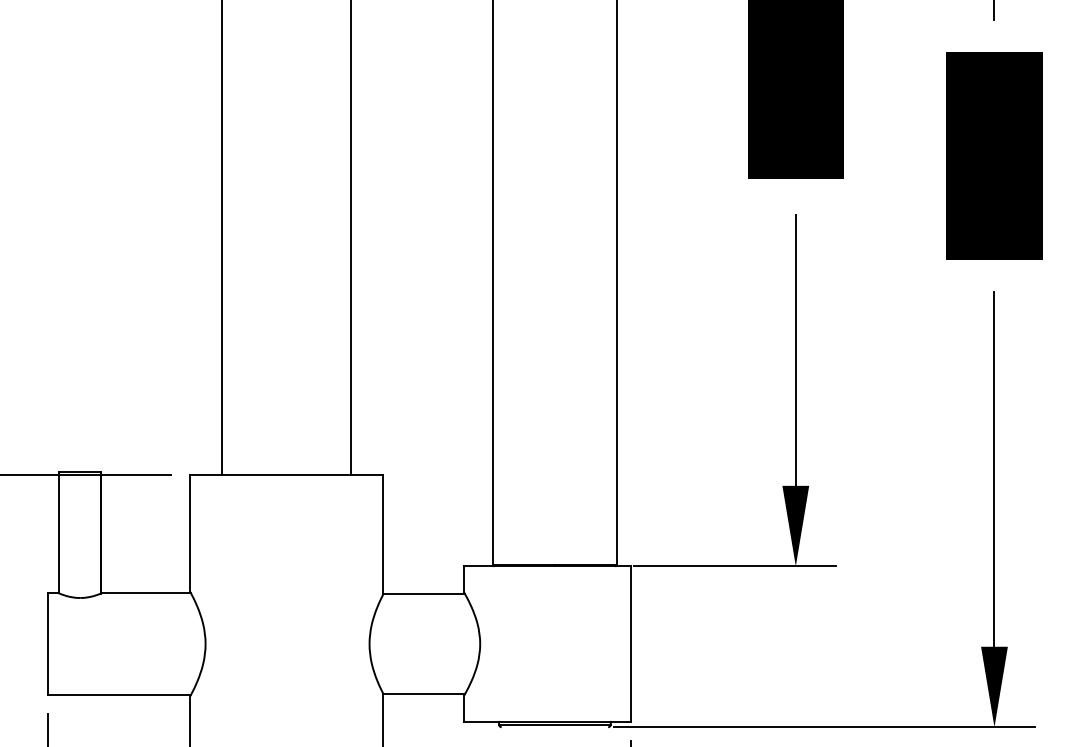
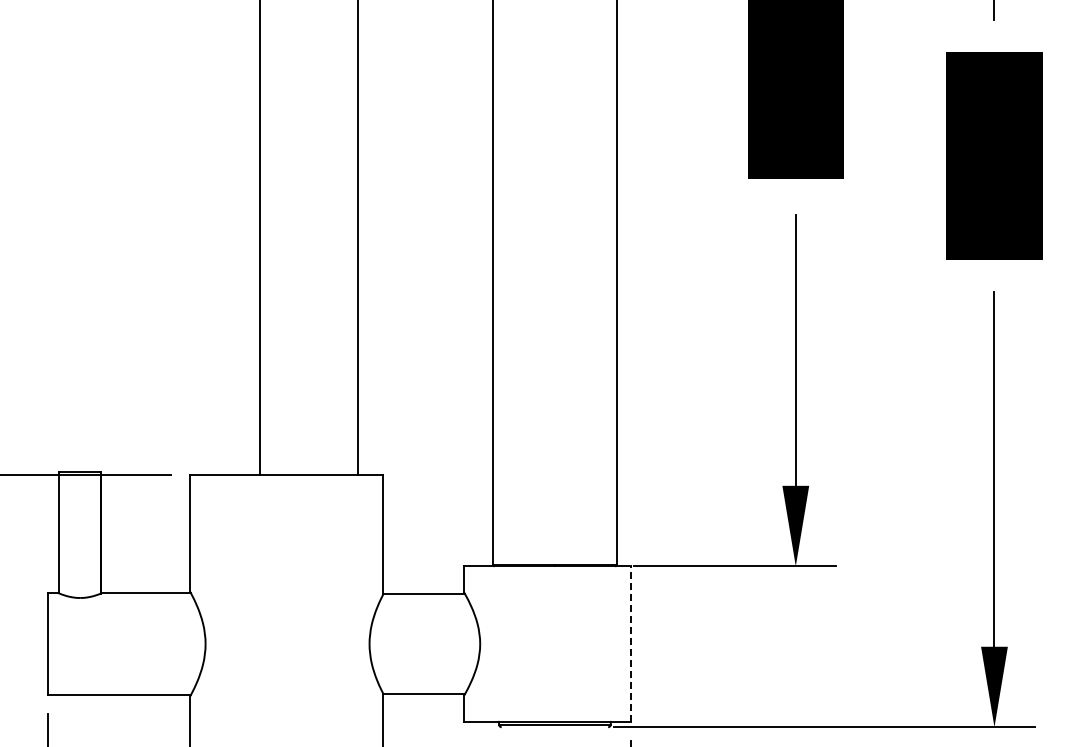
line at (222, 238) position: (222, 238) -> (260, 238)
line at (351, 238) position: (351, 238) -> (358, 238)
line at (631, 644): solid -> dashed
